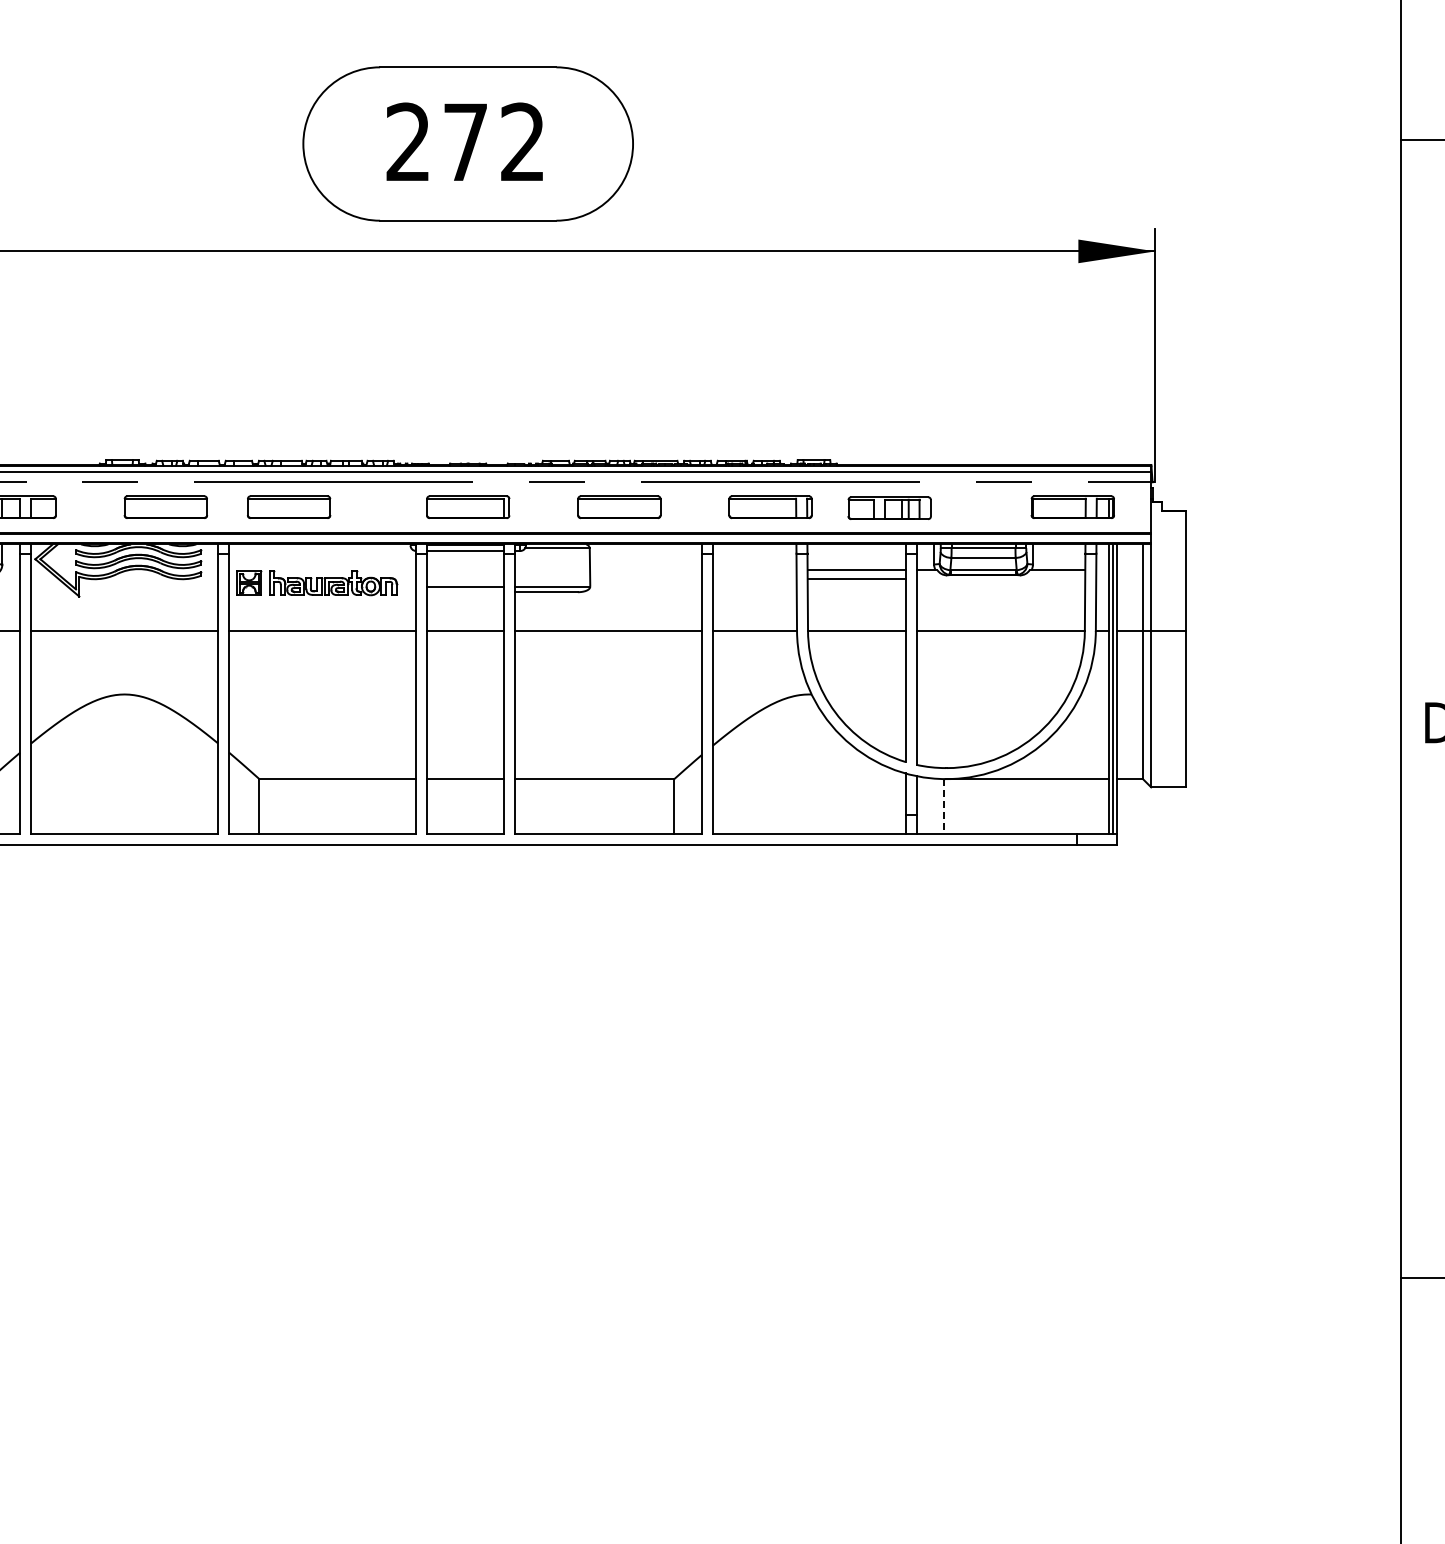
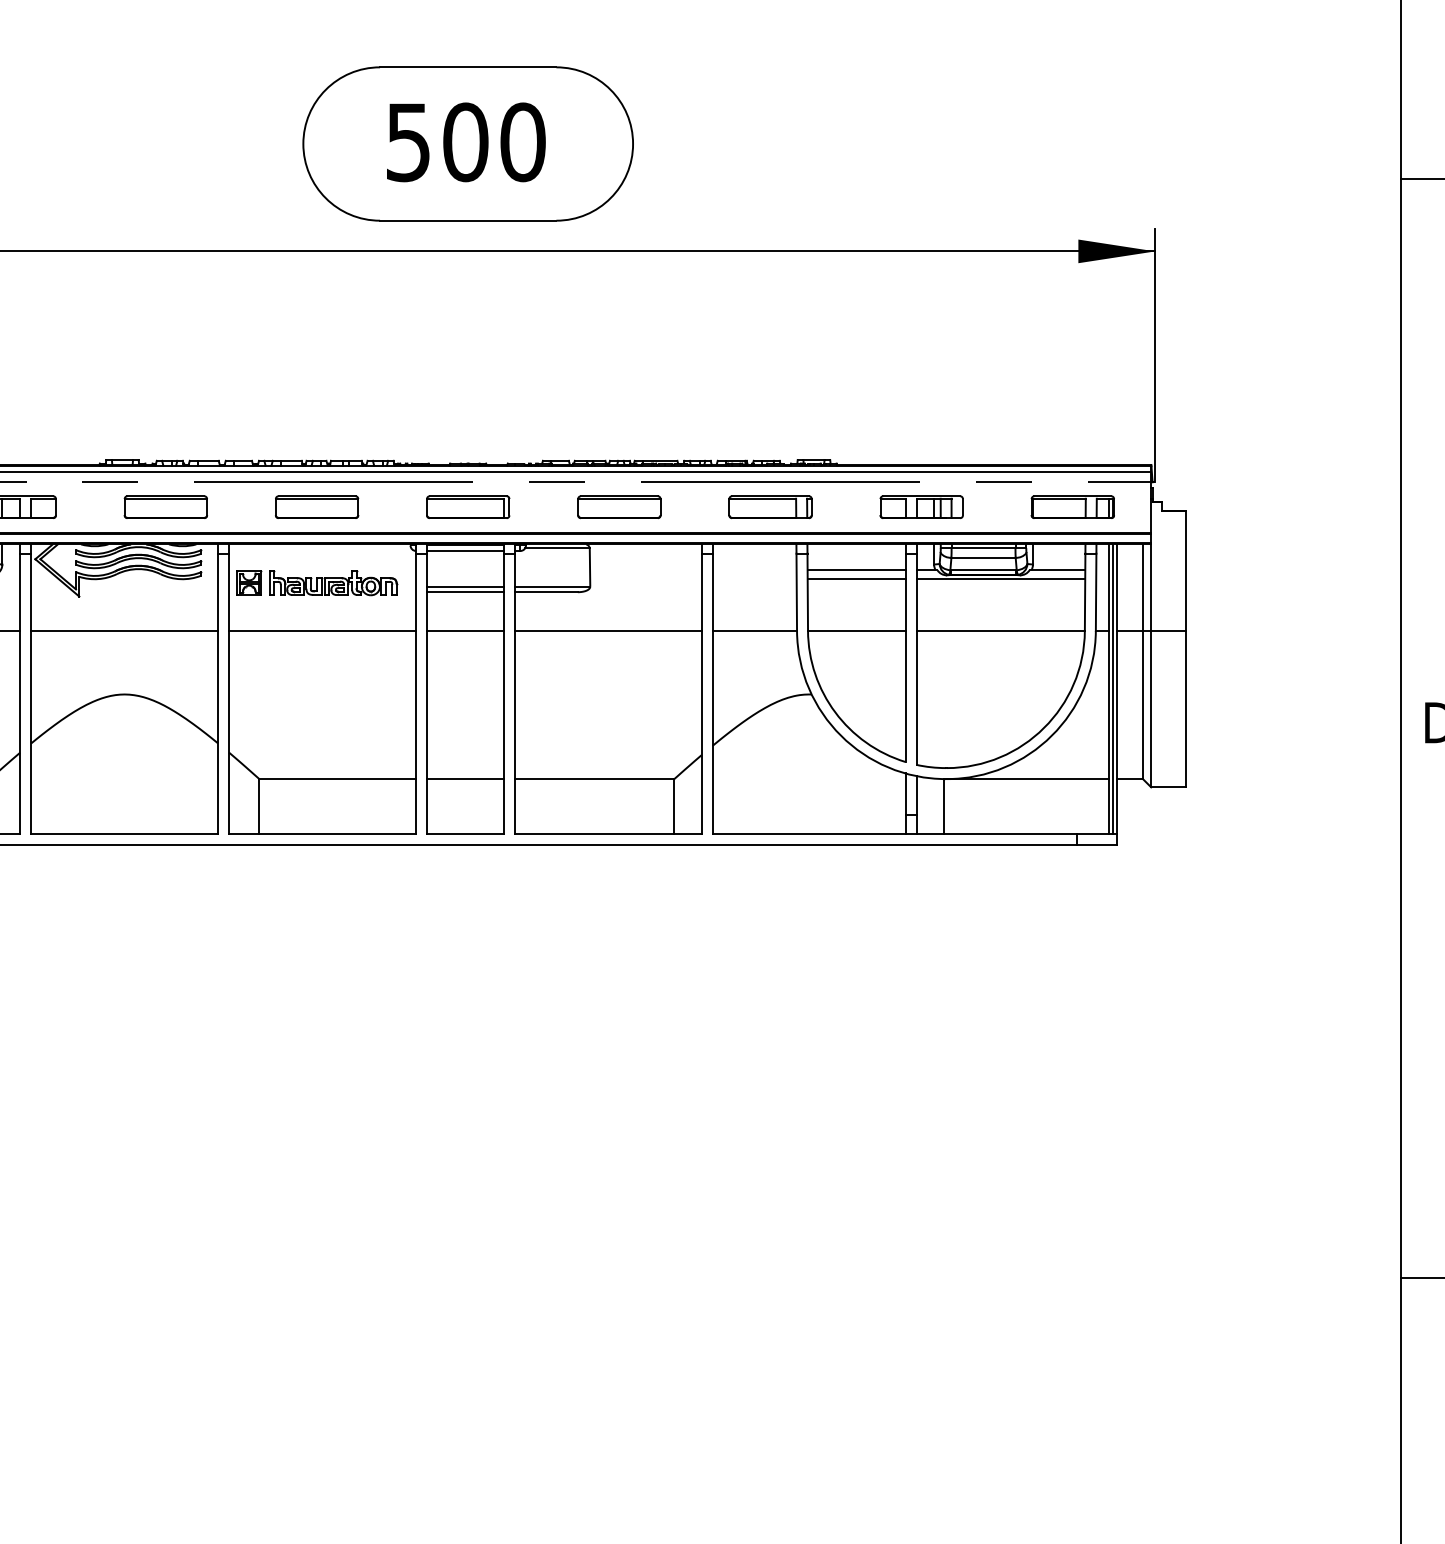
line at (1421, 139) position: (1421, 139) -> (1421, 178)
text at (465, 142): 272 -> 500
part at (289, 506) position: (289, 506) -> (317, 506)
part at (889, 507) position: (889, 507) -> (921, 506)
line at (1000, 578): none -> present
line at (465, 592): none -> present
line at (943, 807): dashed -> solid
